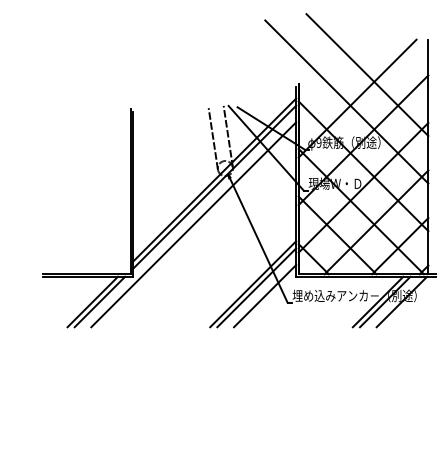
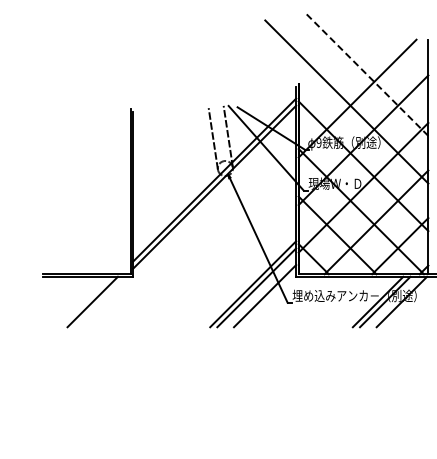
line at (367, 74): solid -> dashed
line at (193, 224): present -> none
line at (99, 301): present -> none
